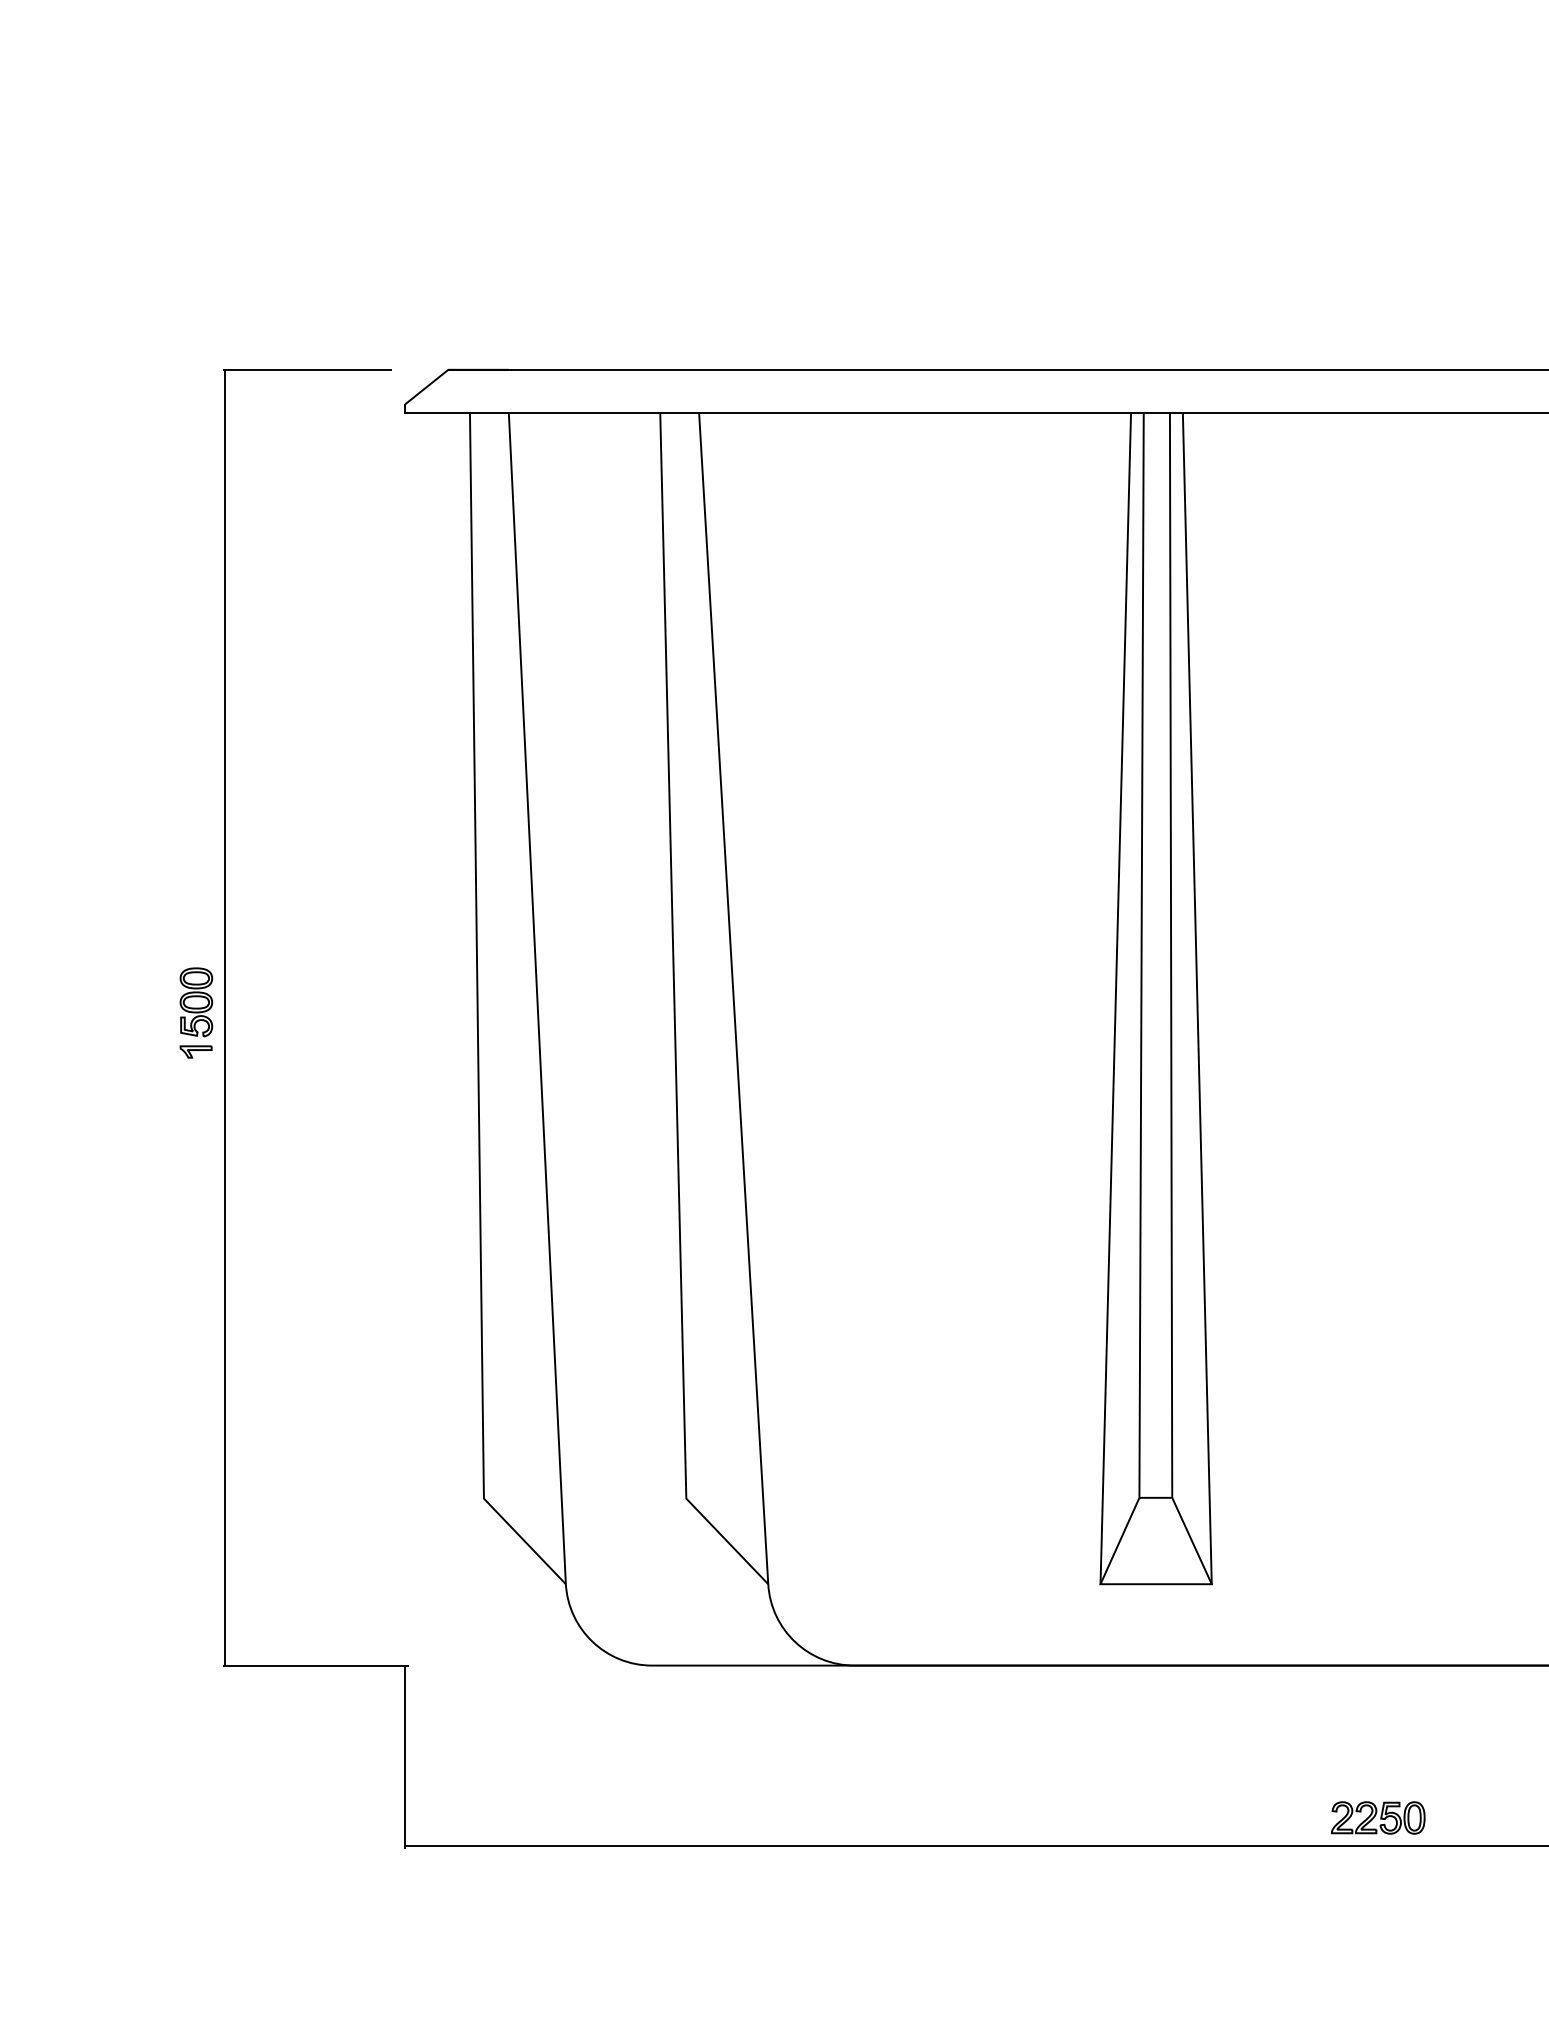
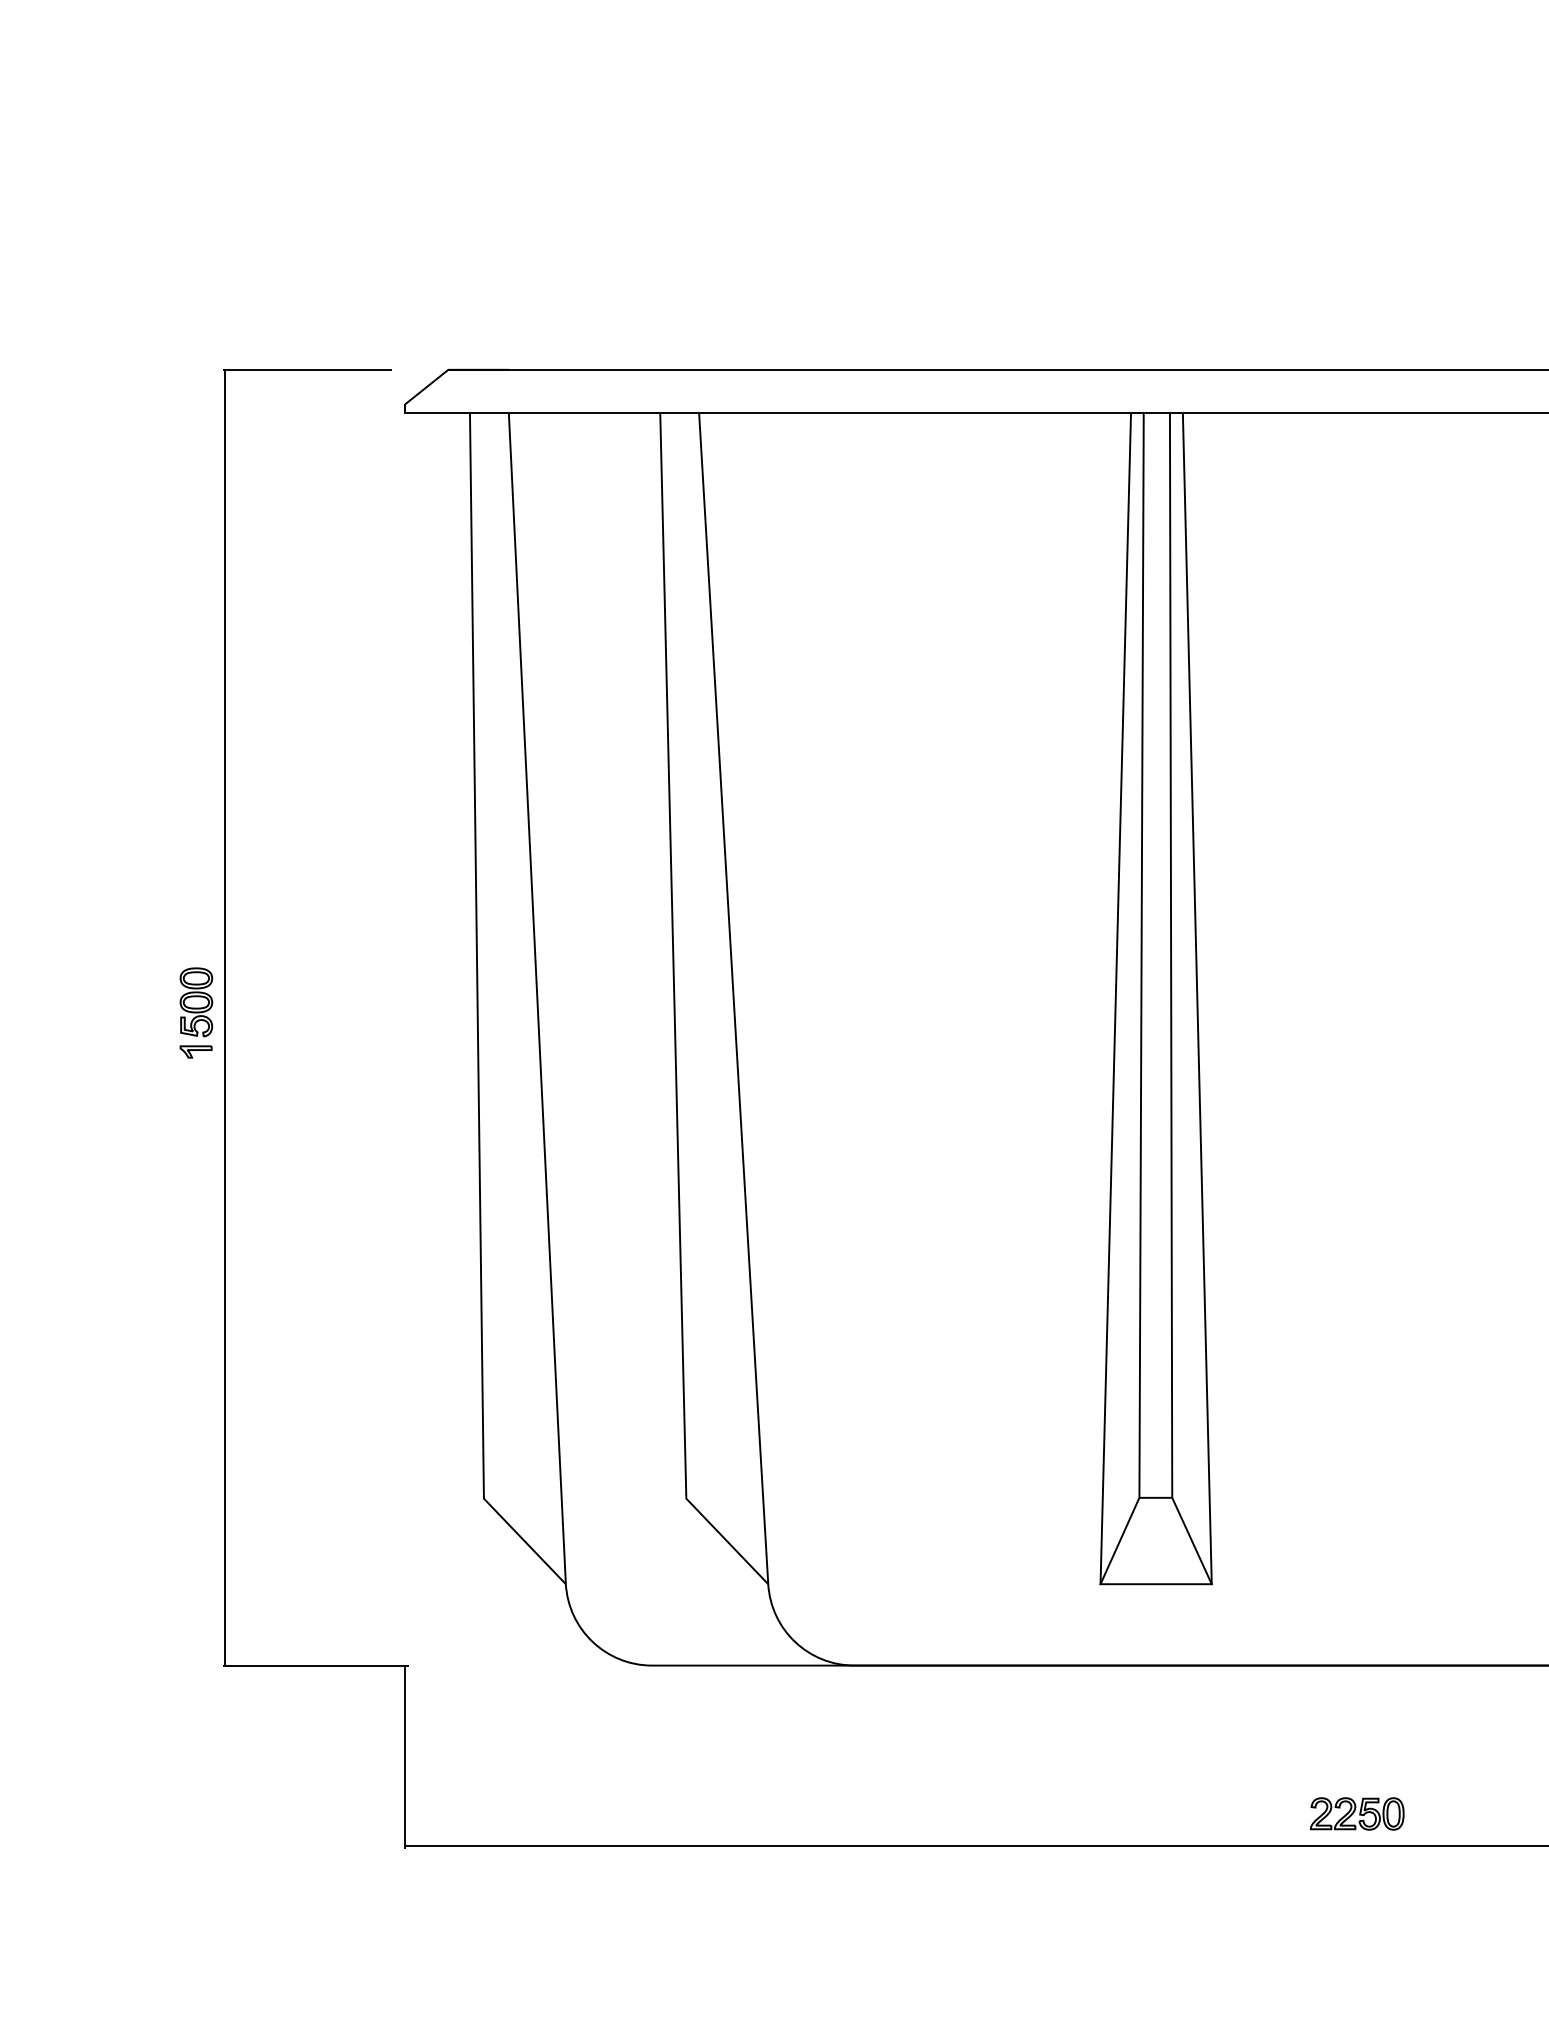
part at (1378, 1817) position: (1378, 1817) -> (1357, 1813)
